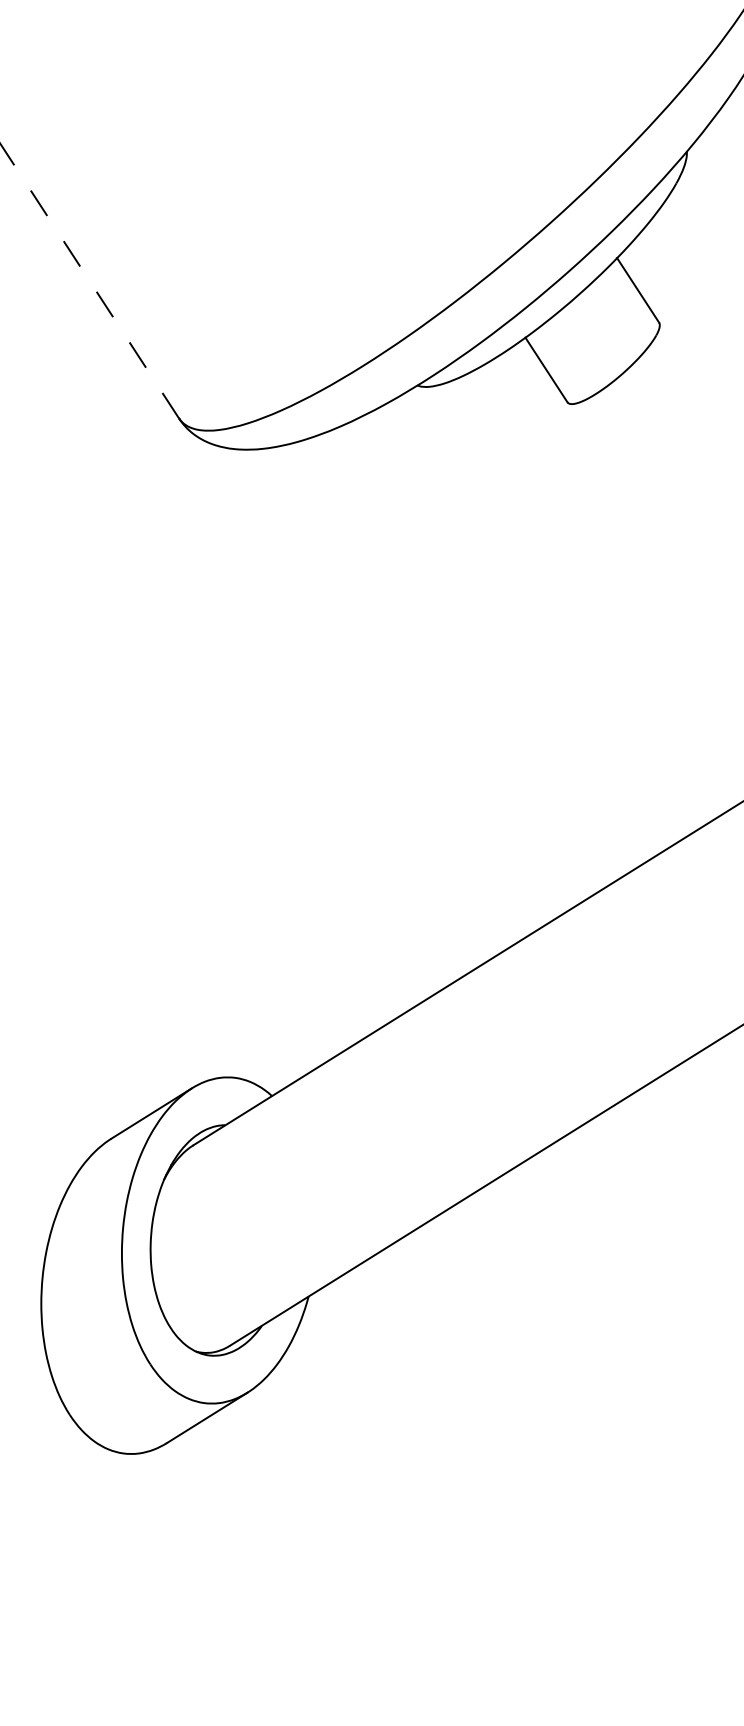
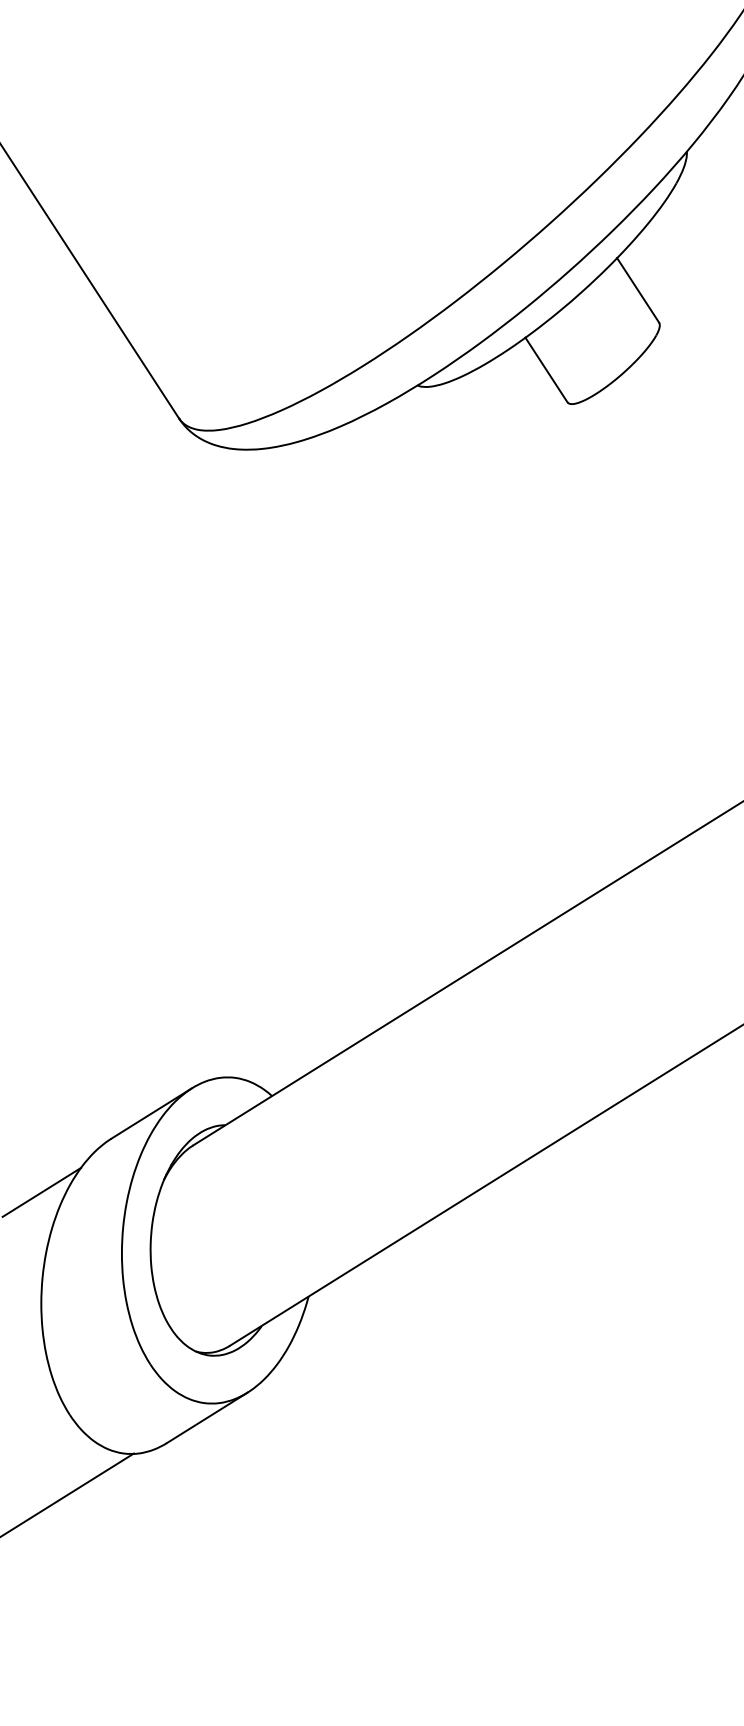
line at (89, 280): dashed -> solid
line at (41, 1191): none -> present
line at (67, 1494): none -> present
